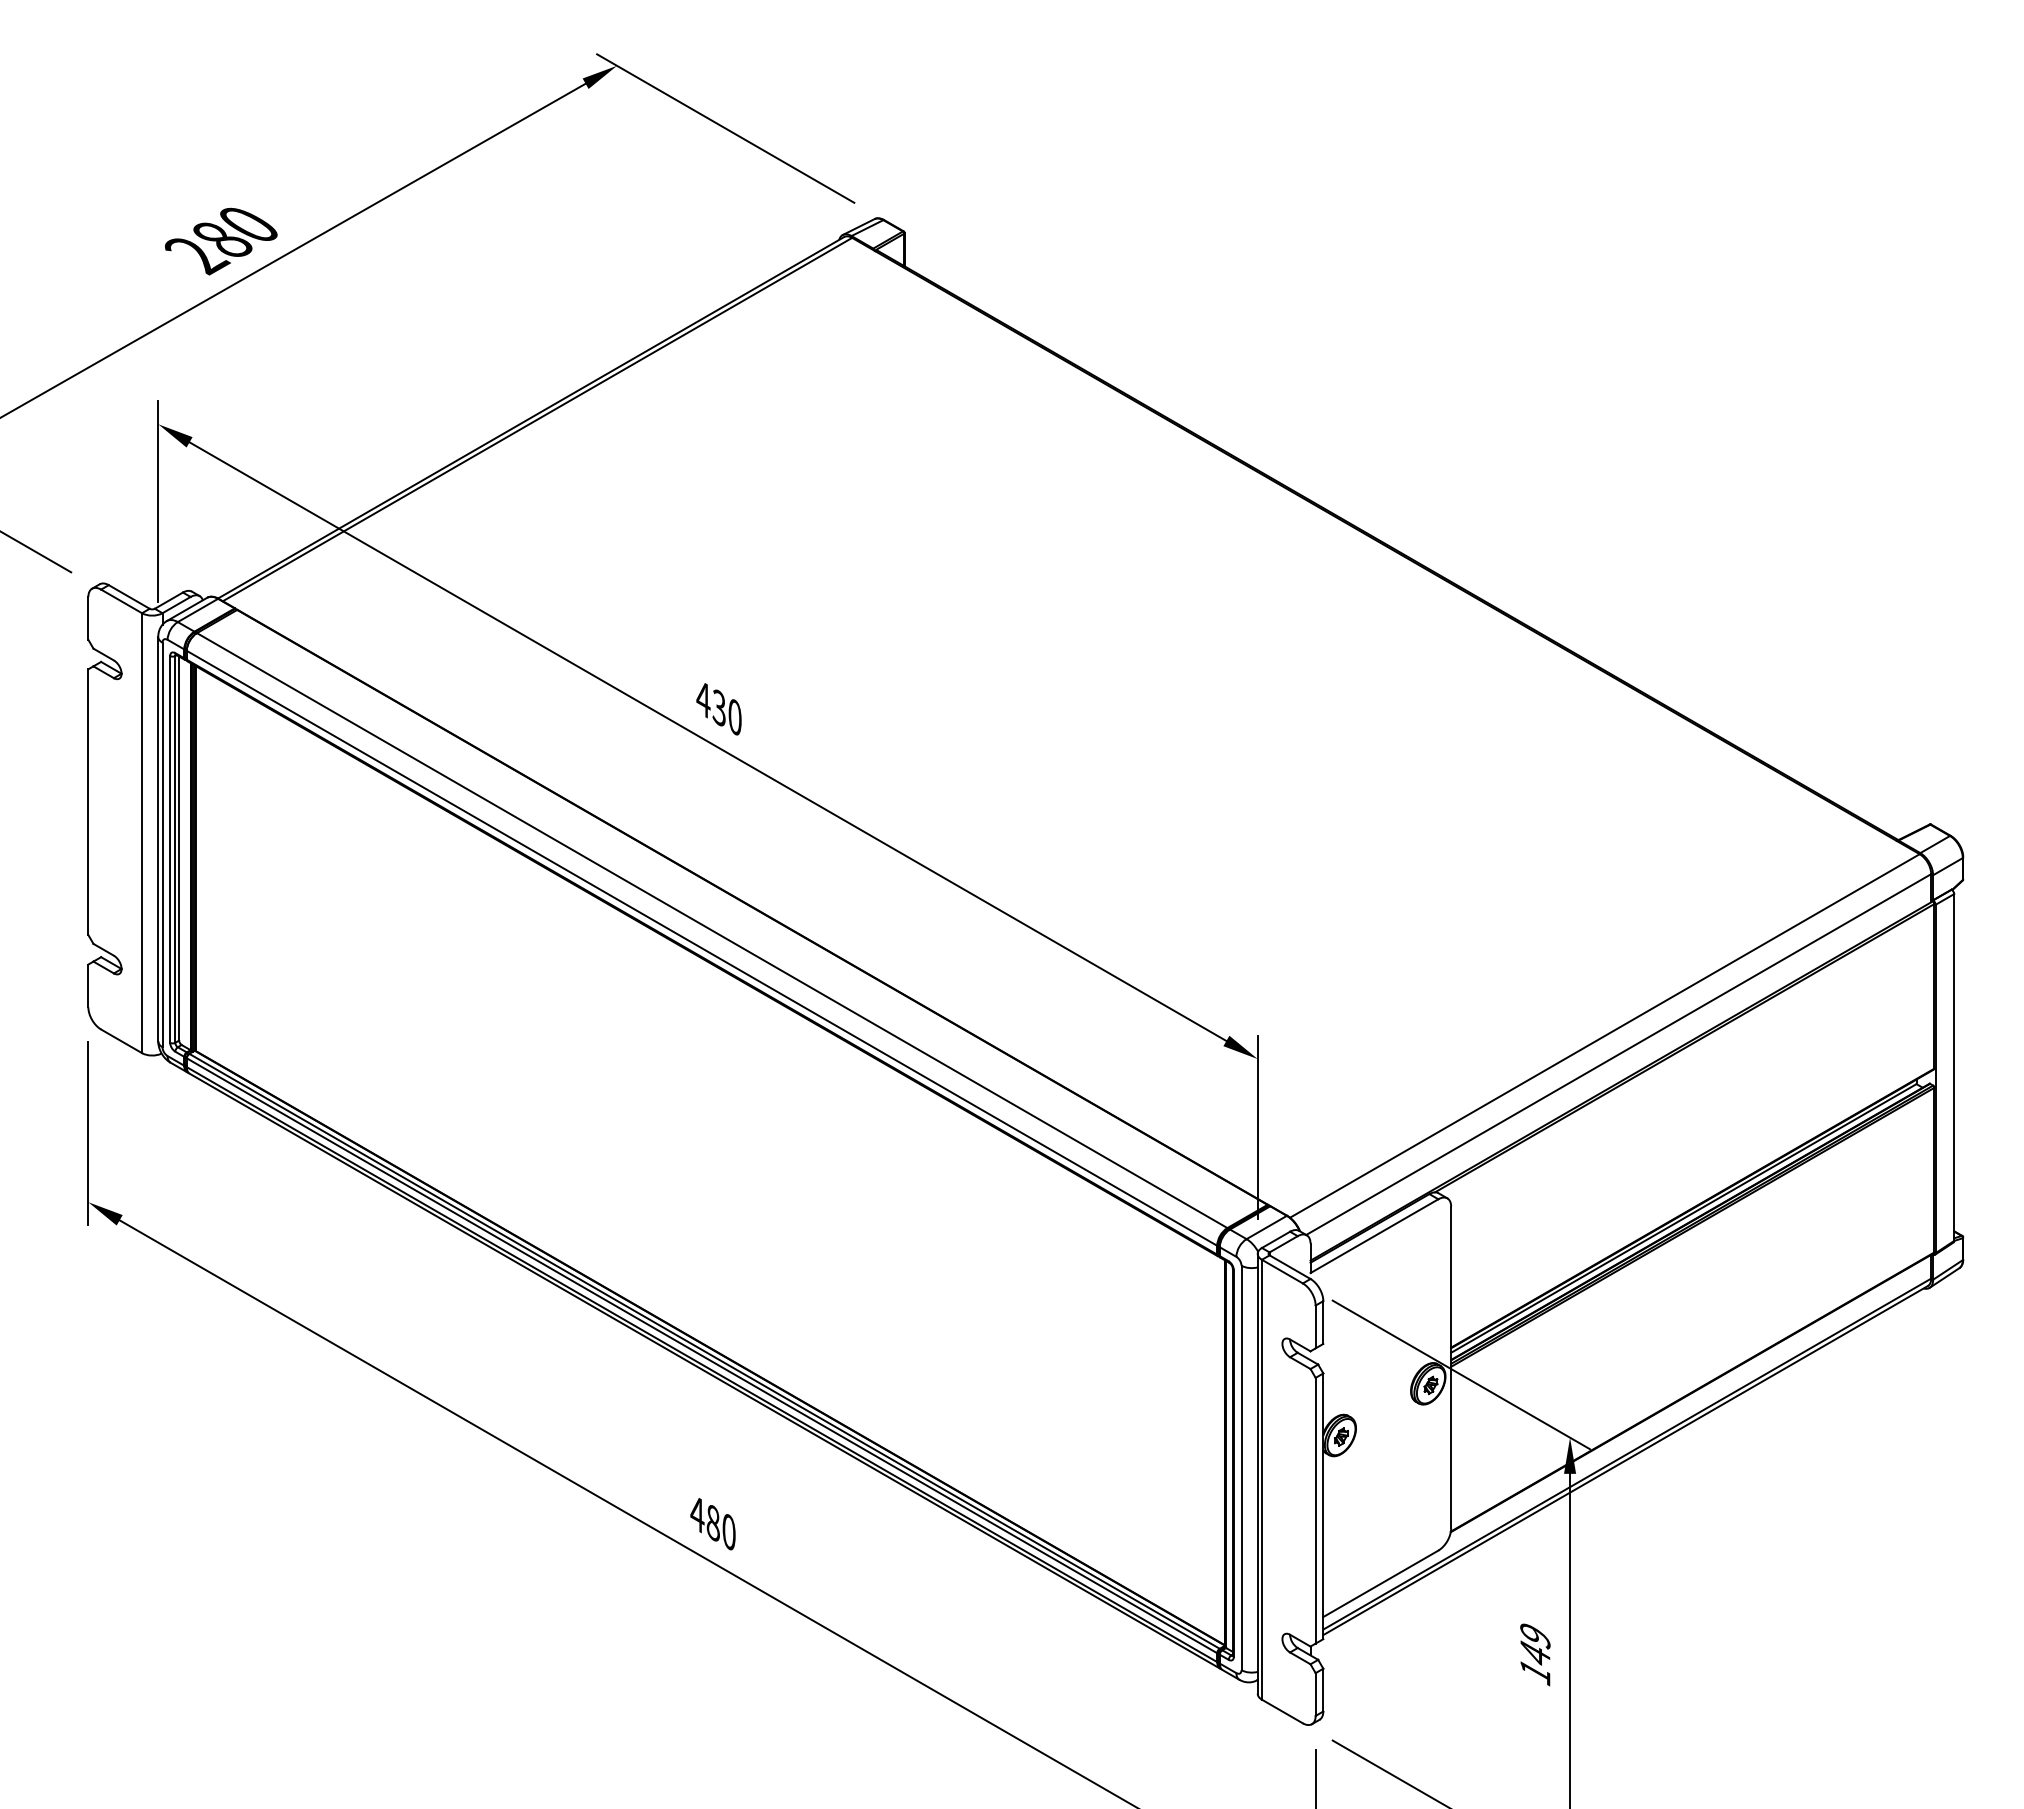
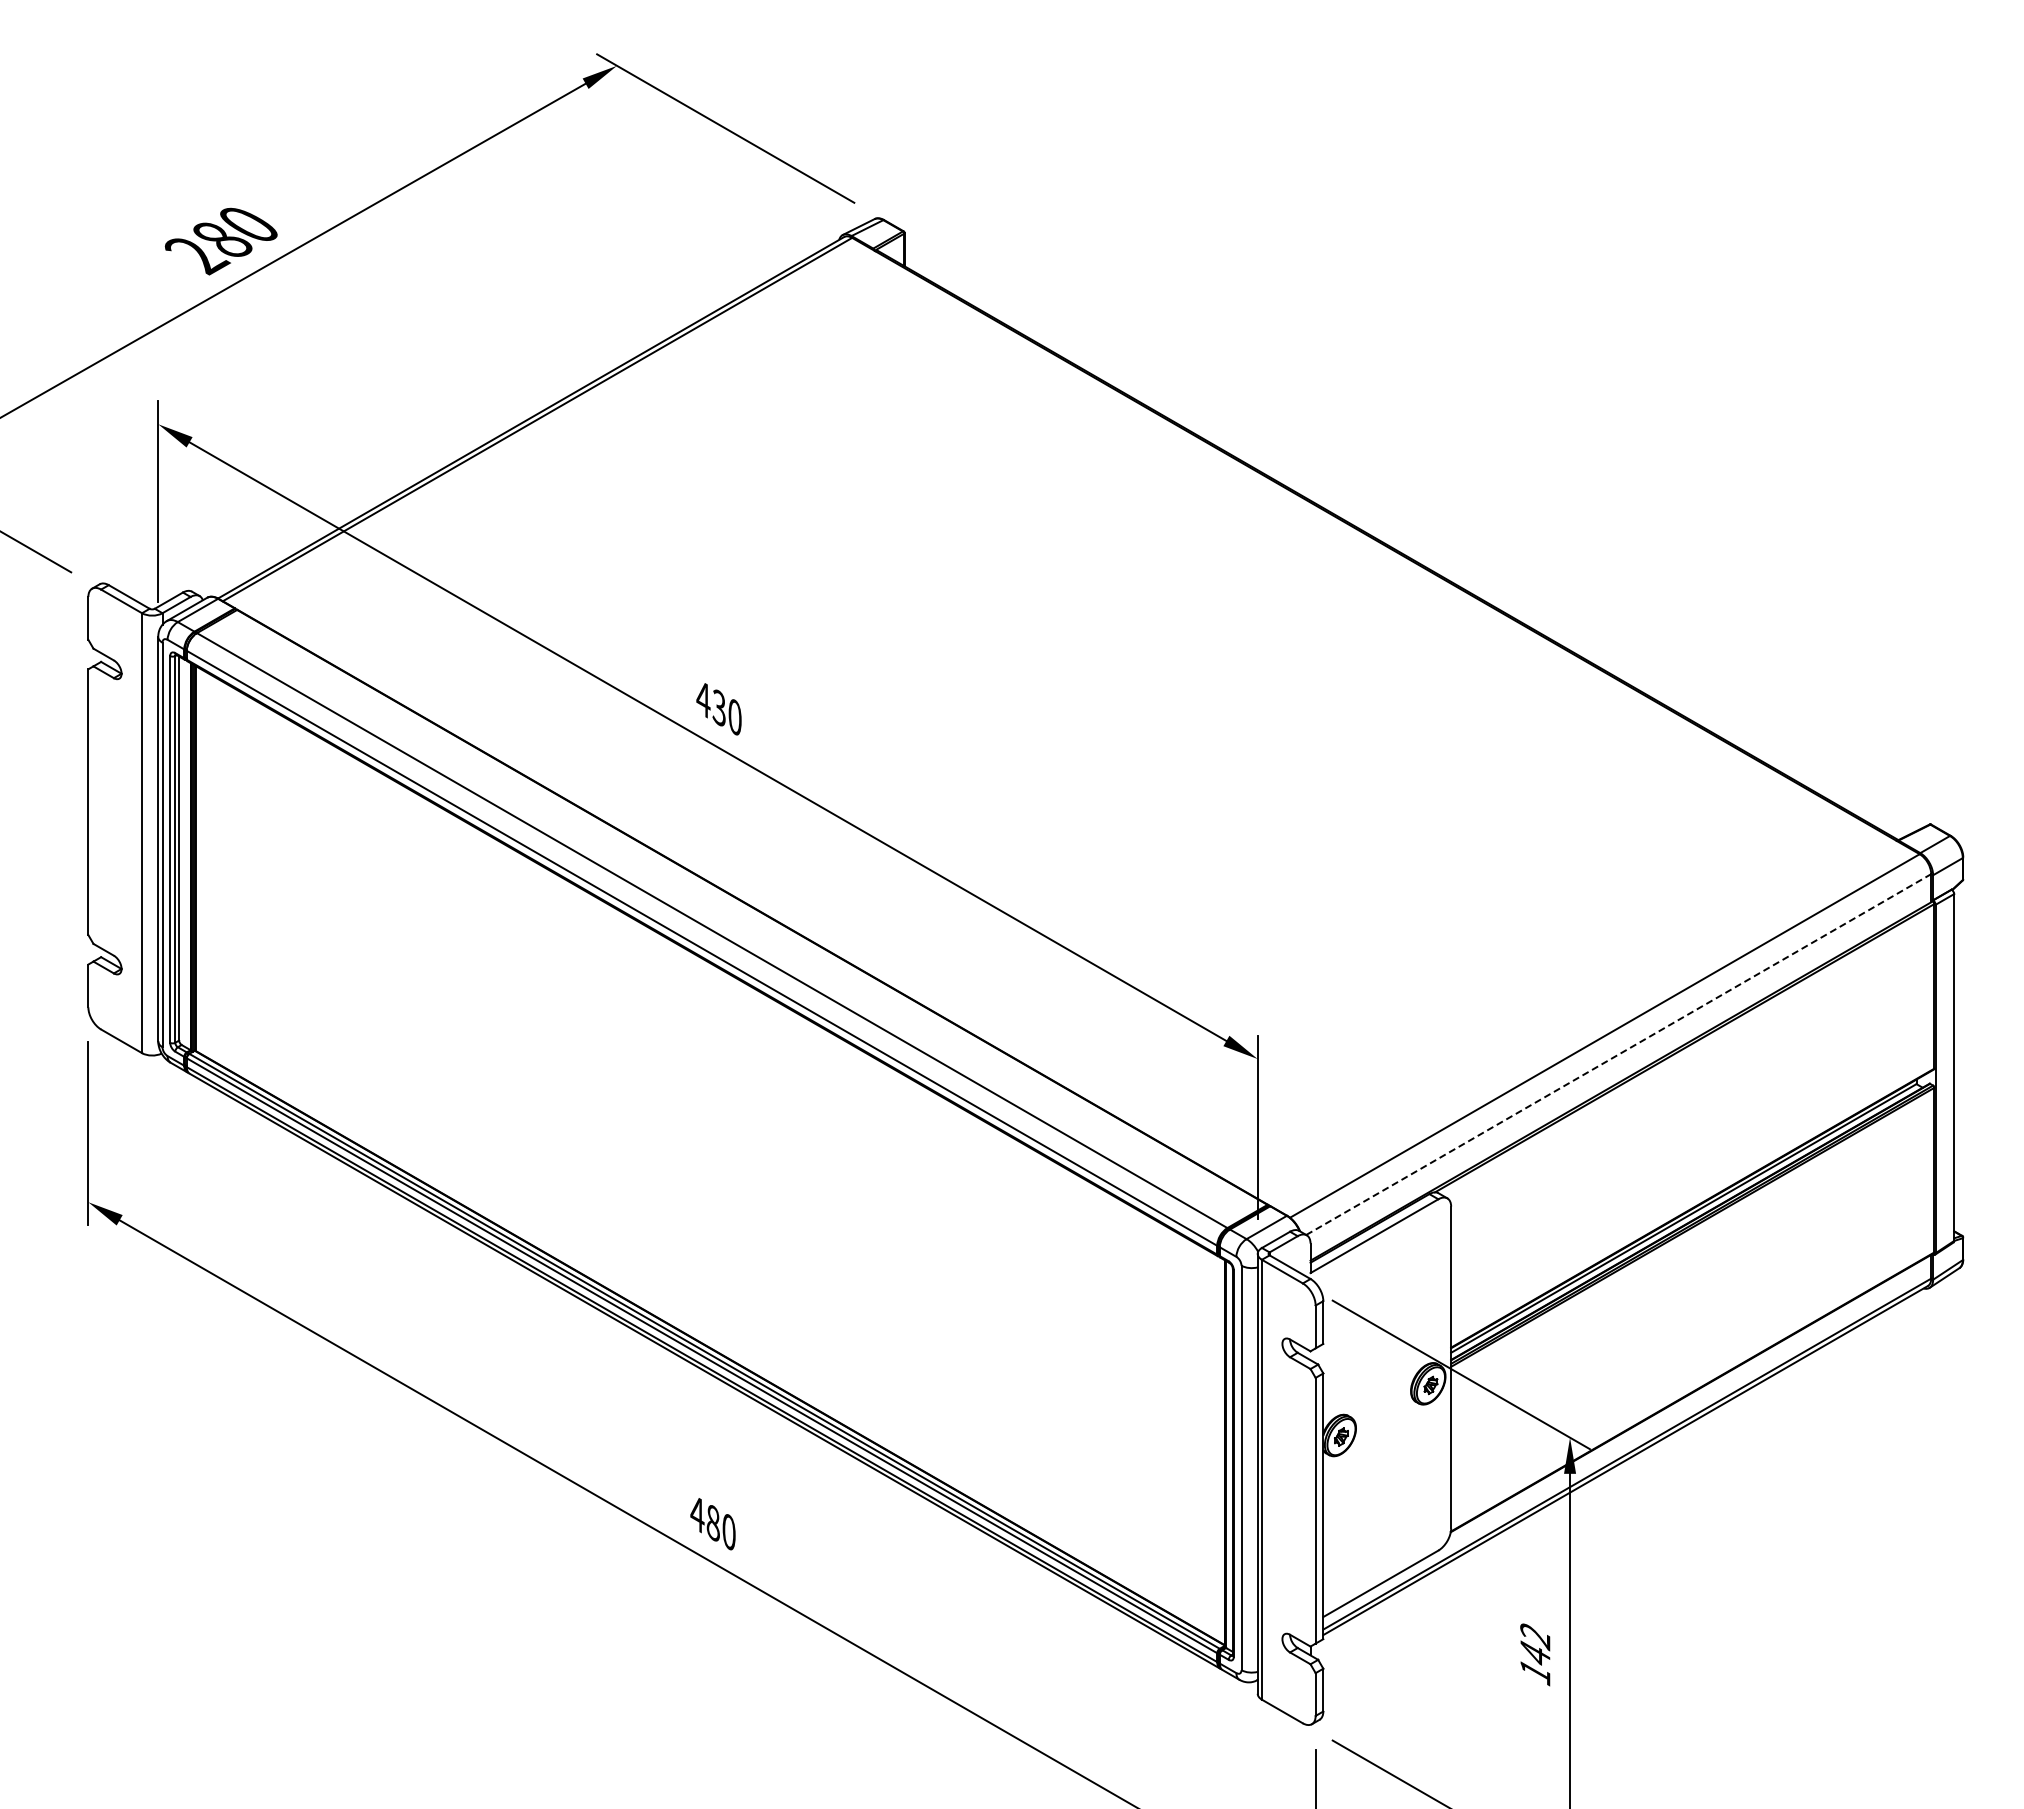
line at (1618, 1054): solid -> dashed
text at (1535, 1637): 149 -> 142
